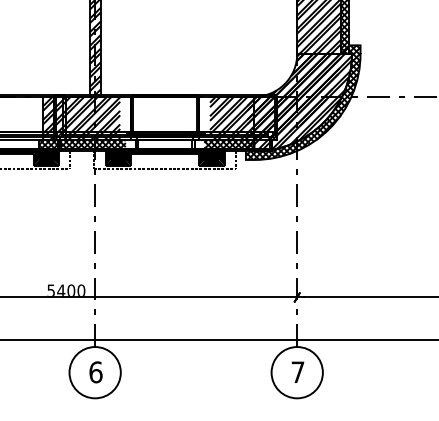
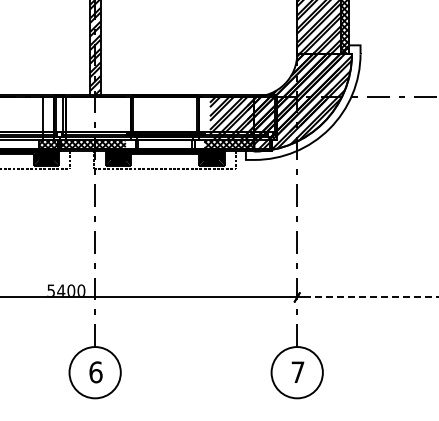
hatch at (302, 102): present -> none
hatch at (81, 118): present -> none
line at (371, 297): solid -> dashed
line at (218, 340): present -> none
